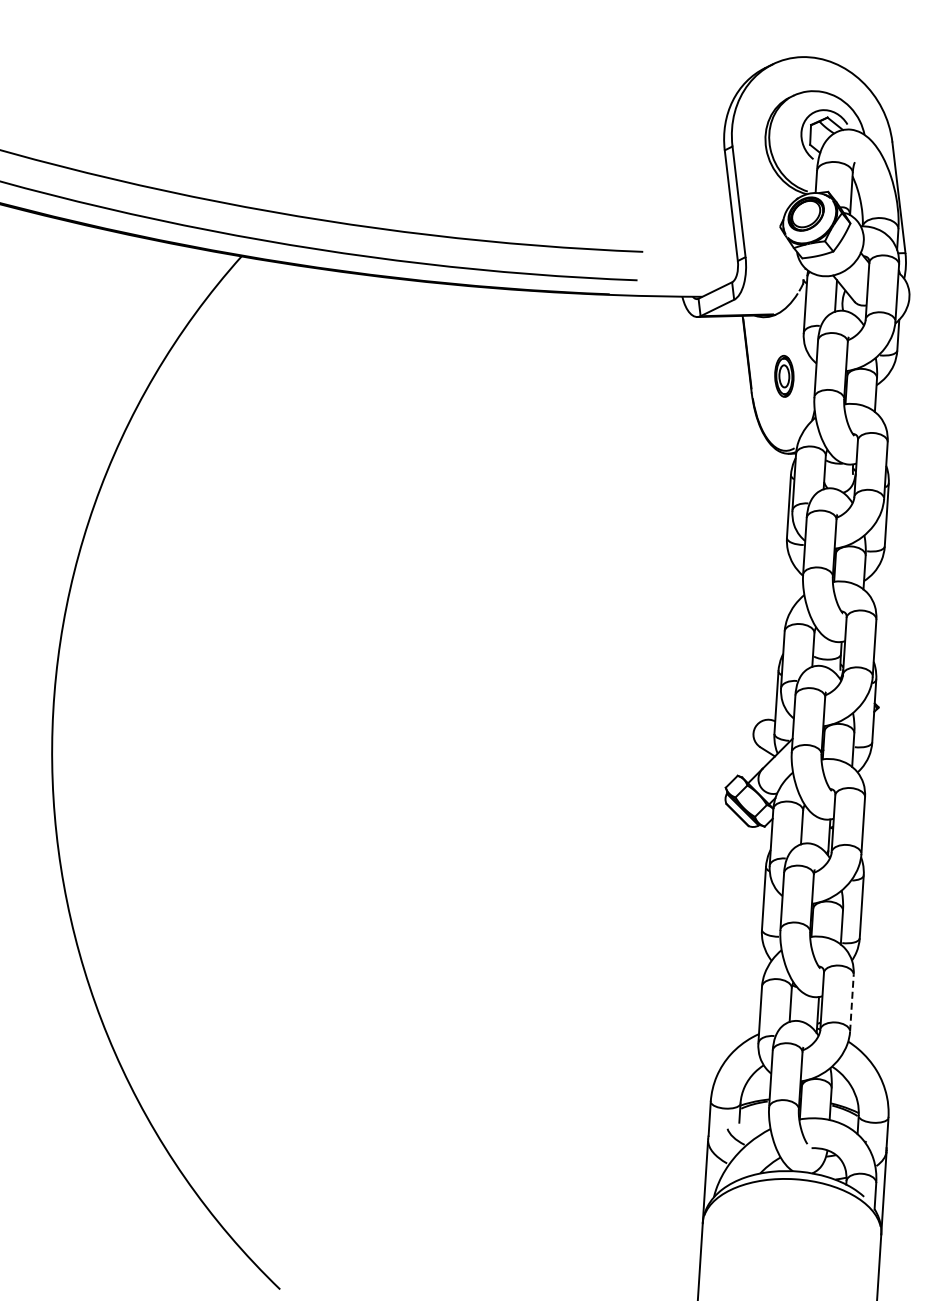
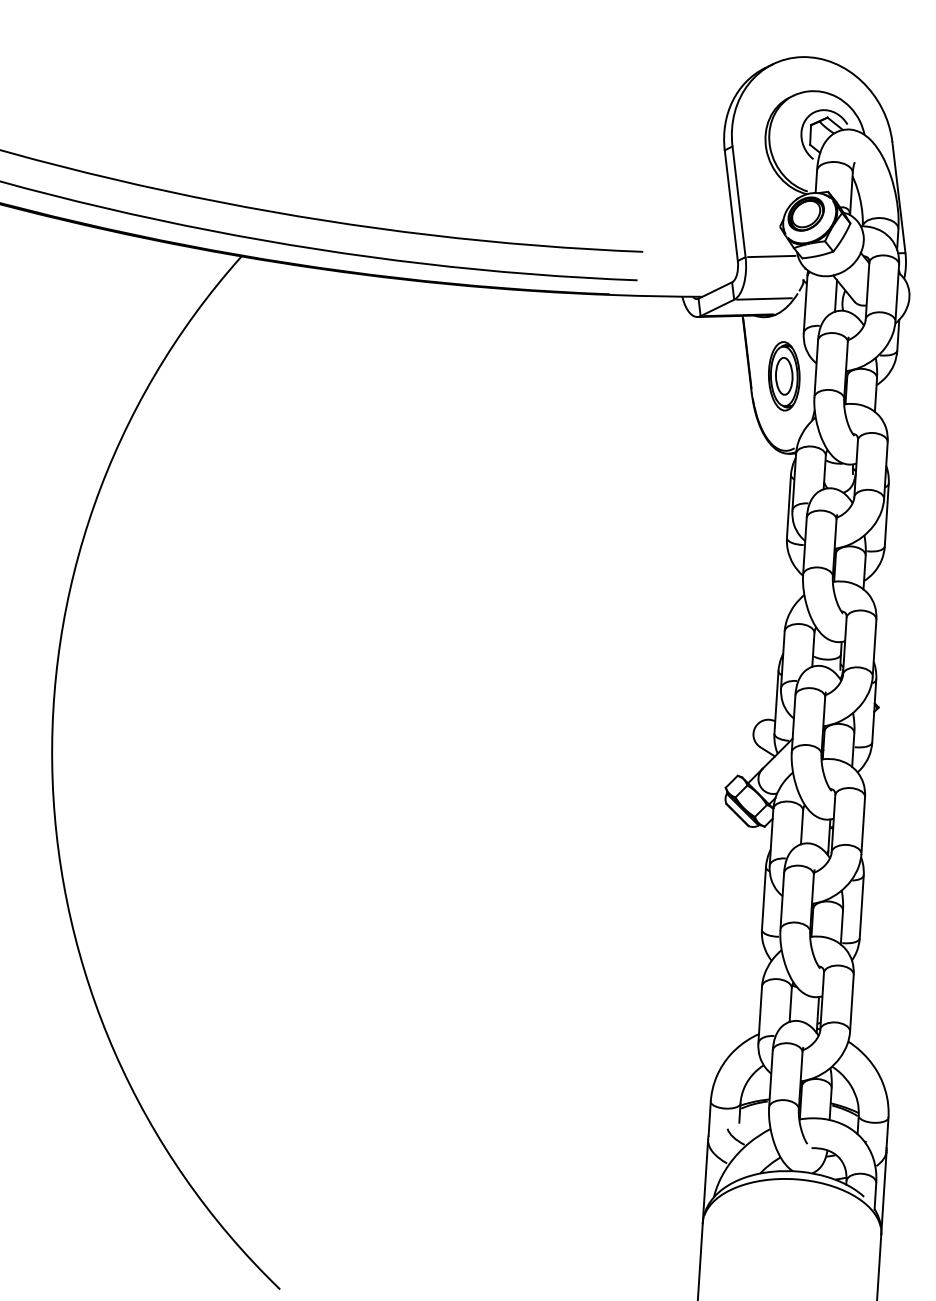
line at (771, 256): none -> present
line at (764, 298): none -> present
part at (784, 376) size: 21x43 px -> 33x71 px
line at (851, 1002): dashed -> solid
